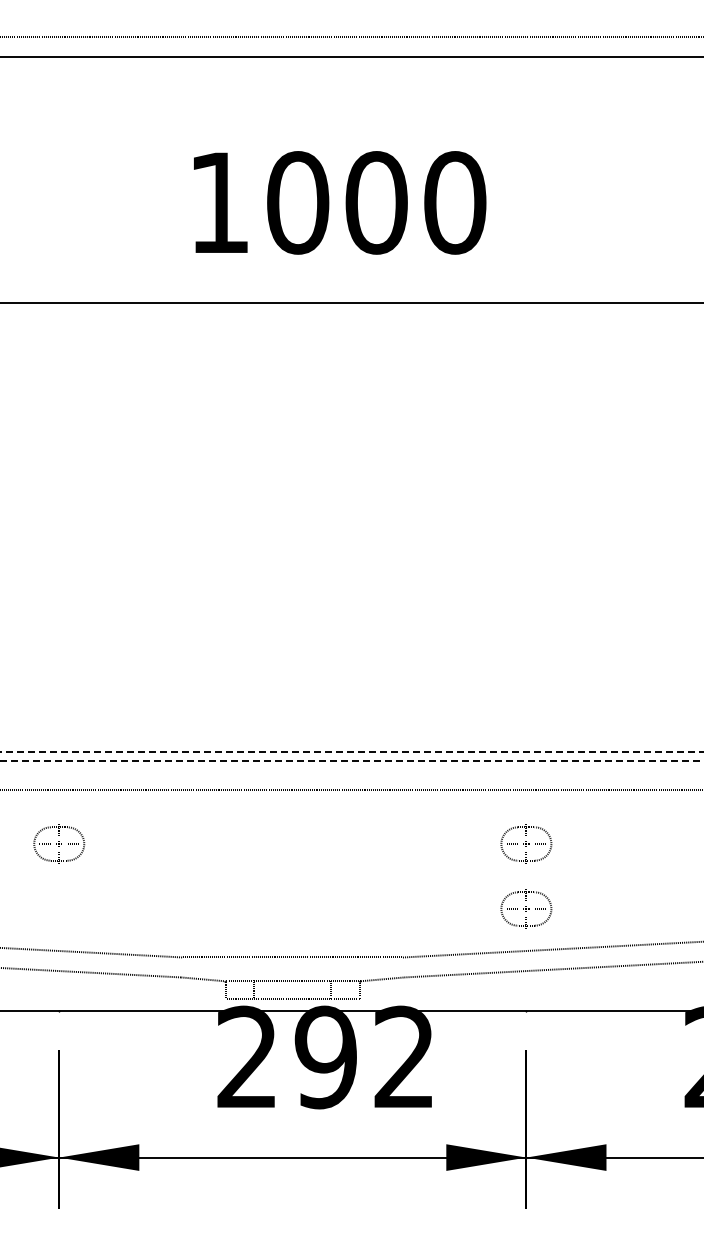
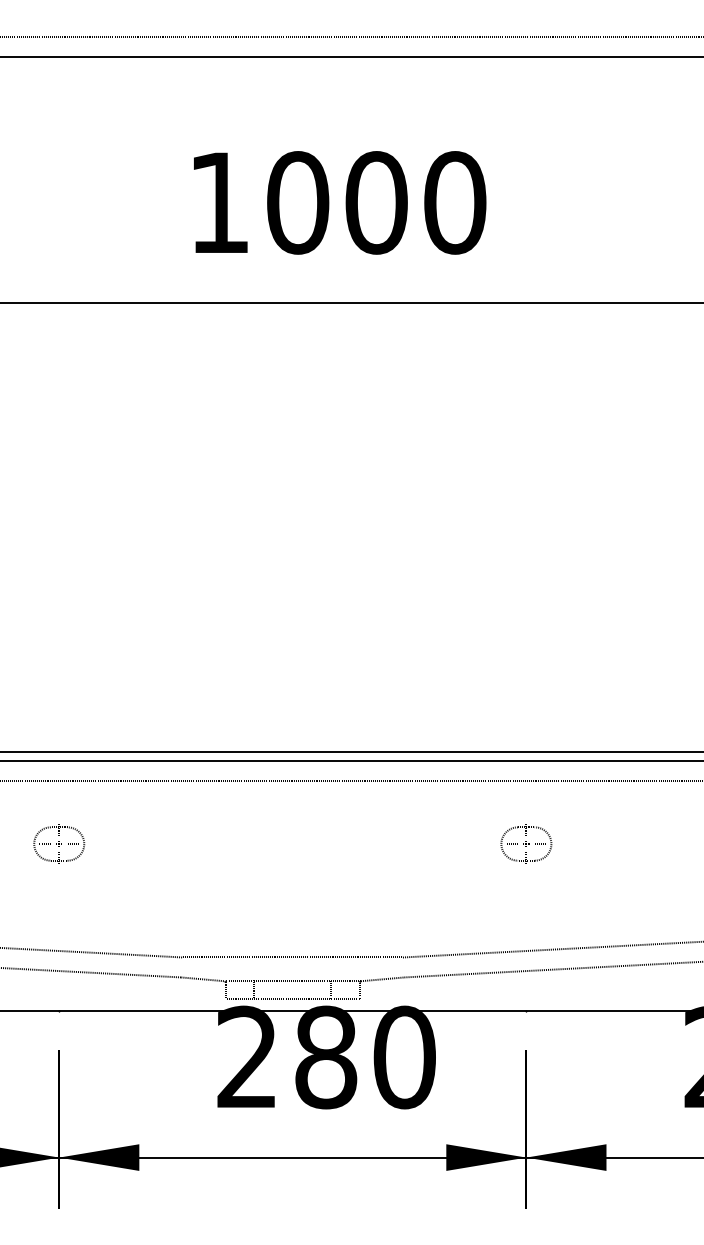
line at (351, 752): dashed -> solid
line at (352, 760): dashed -> solid
line at (351, 789) position: (351, 789) -> (351, 780)
part at (526, 908): present -> none
text at (364, 1057): 292 -> 280
